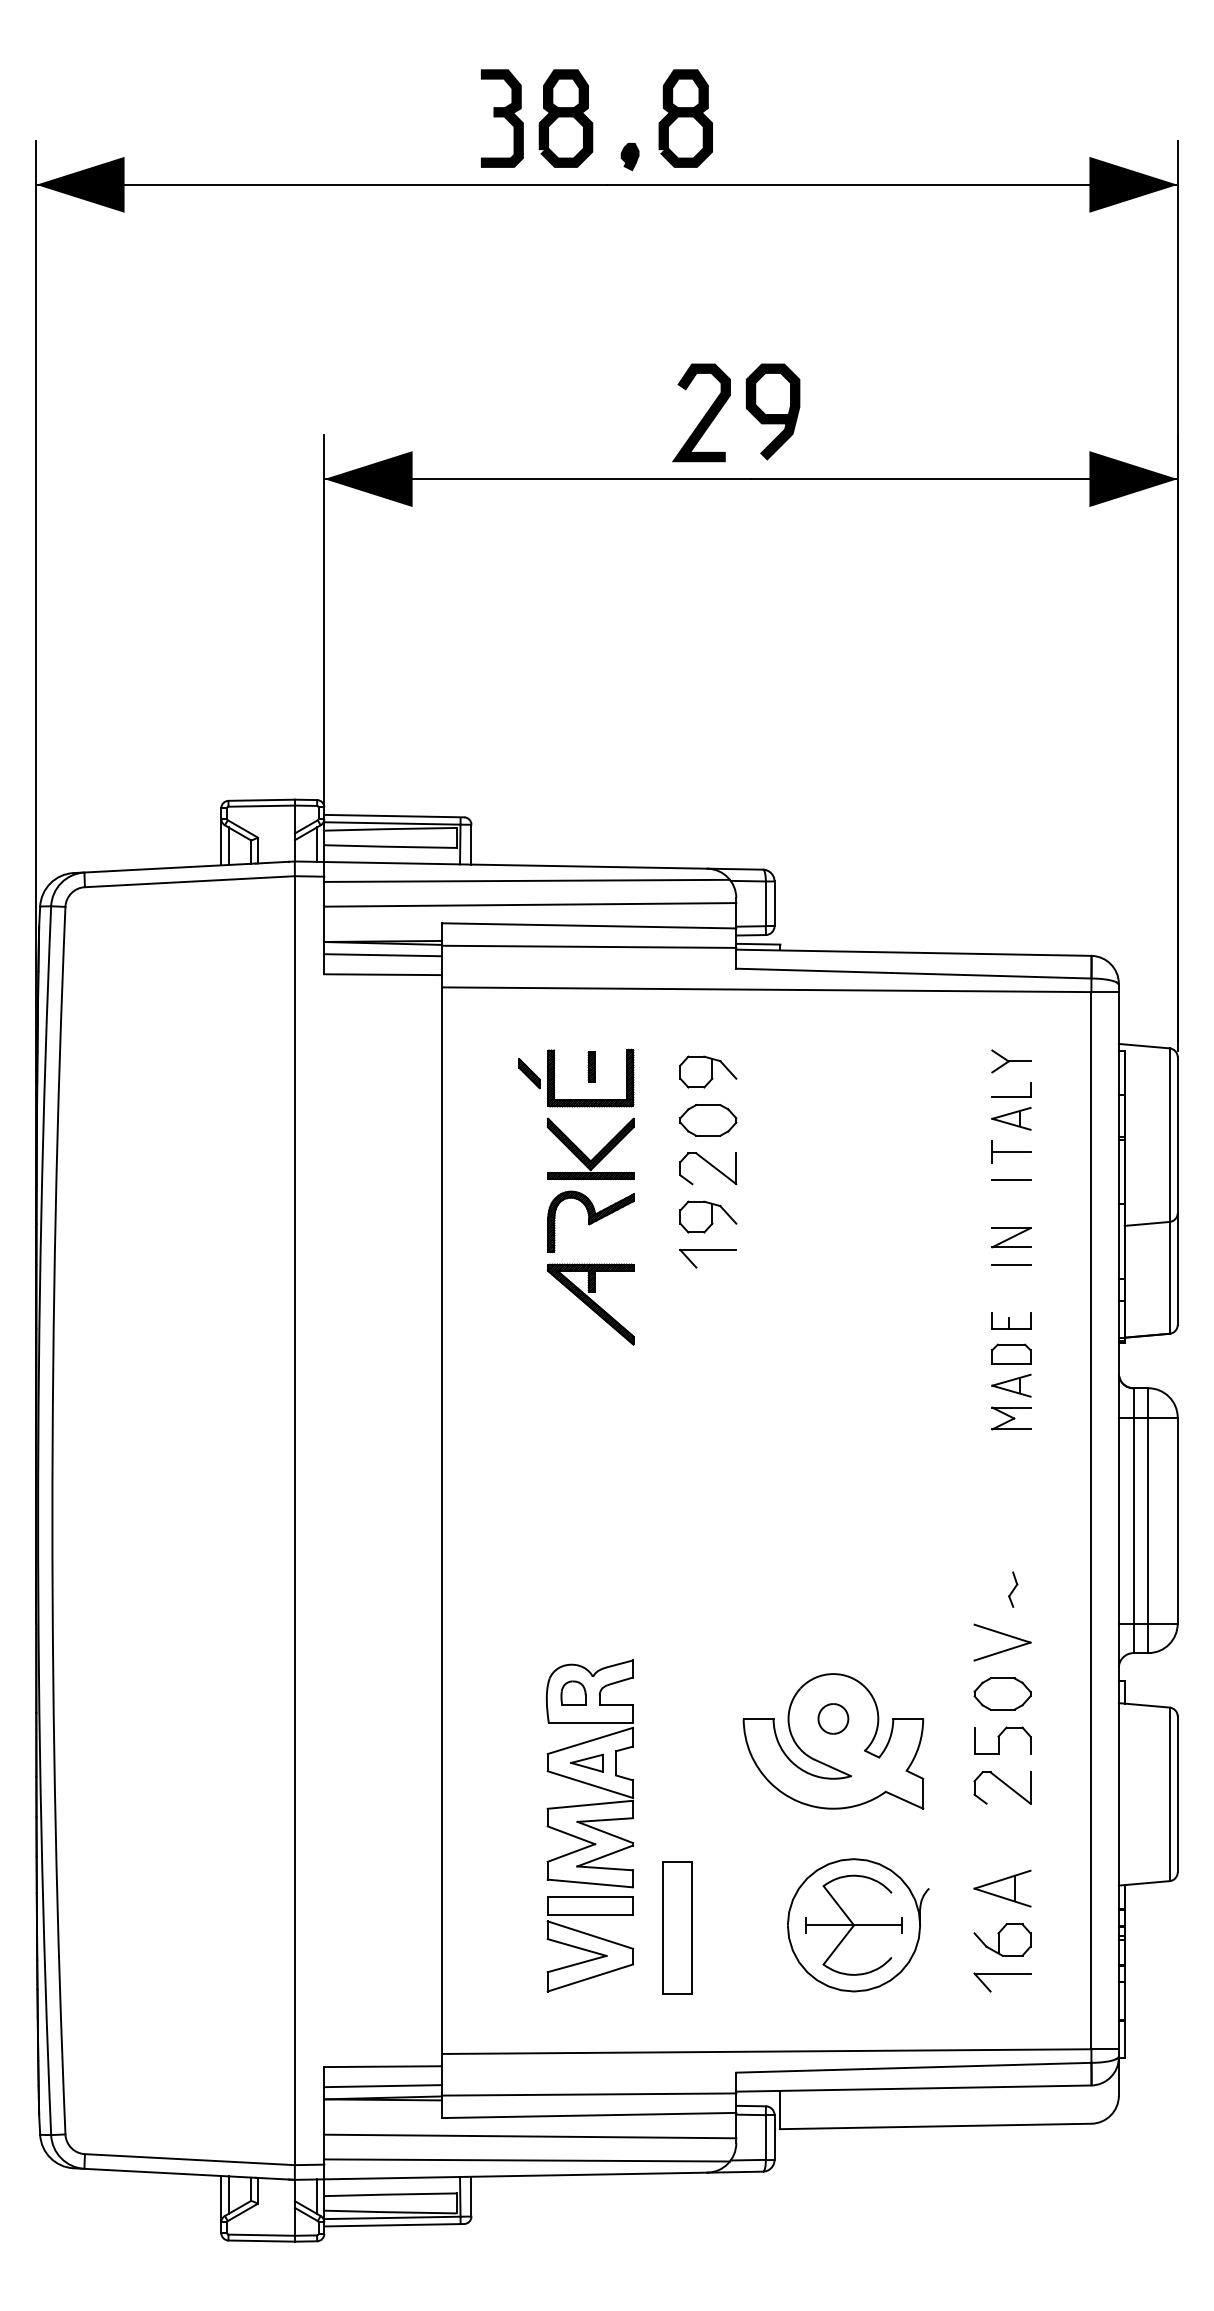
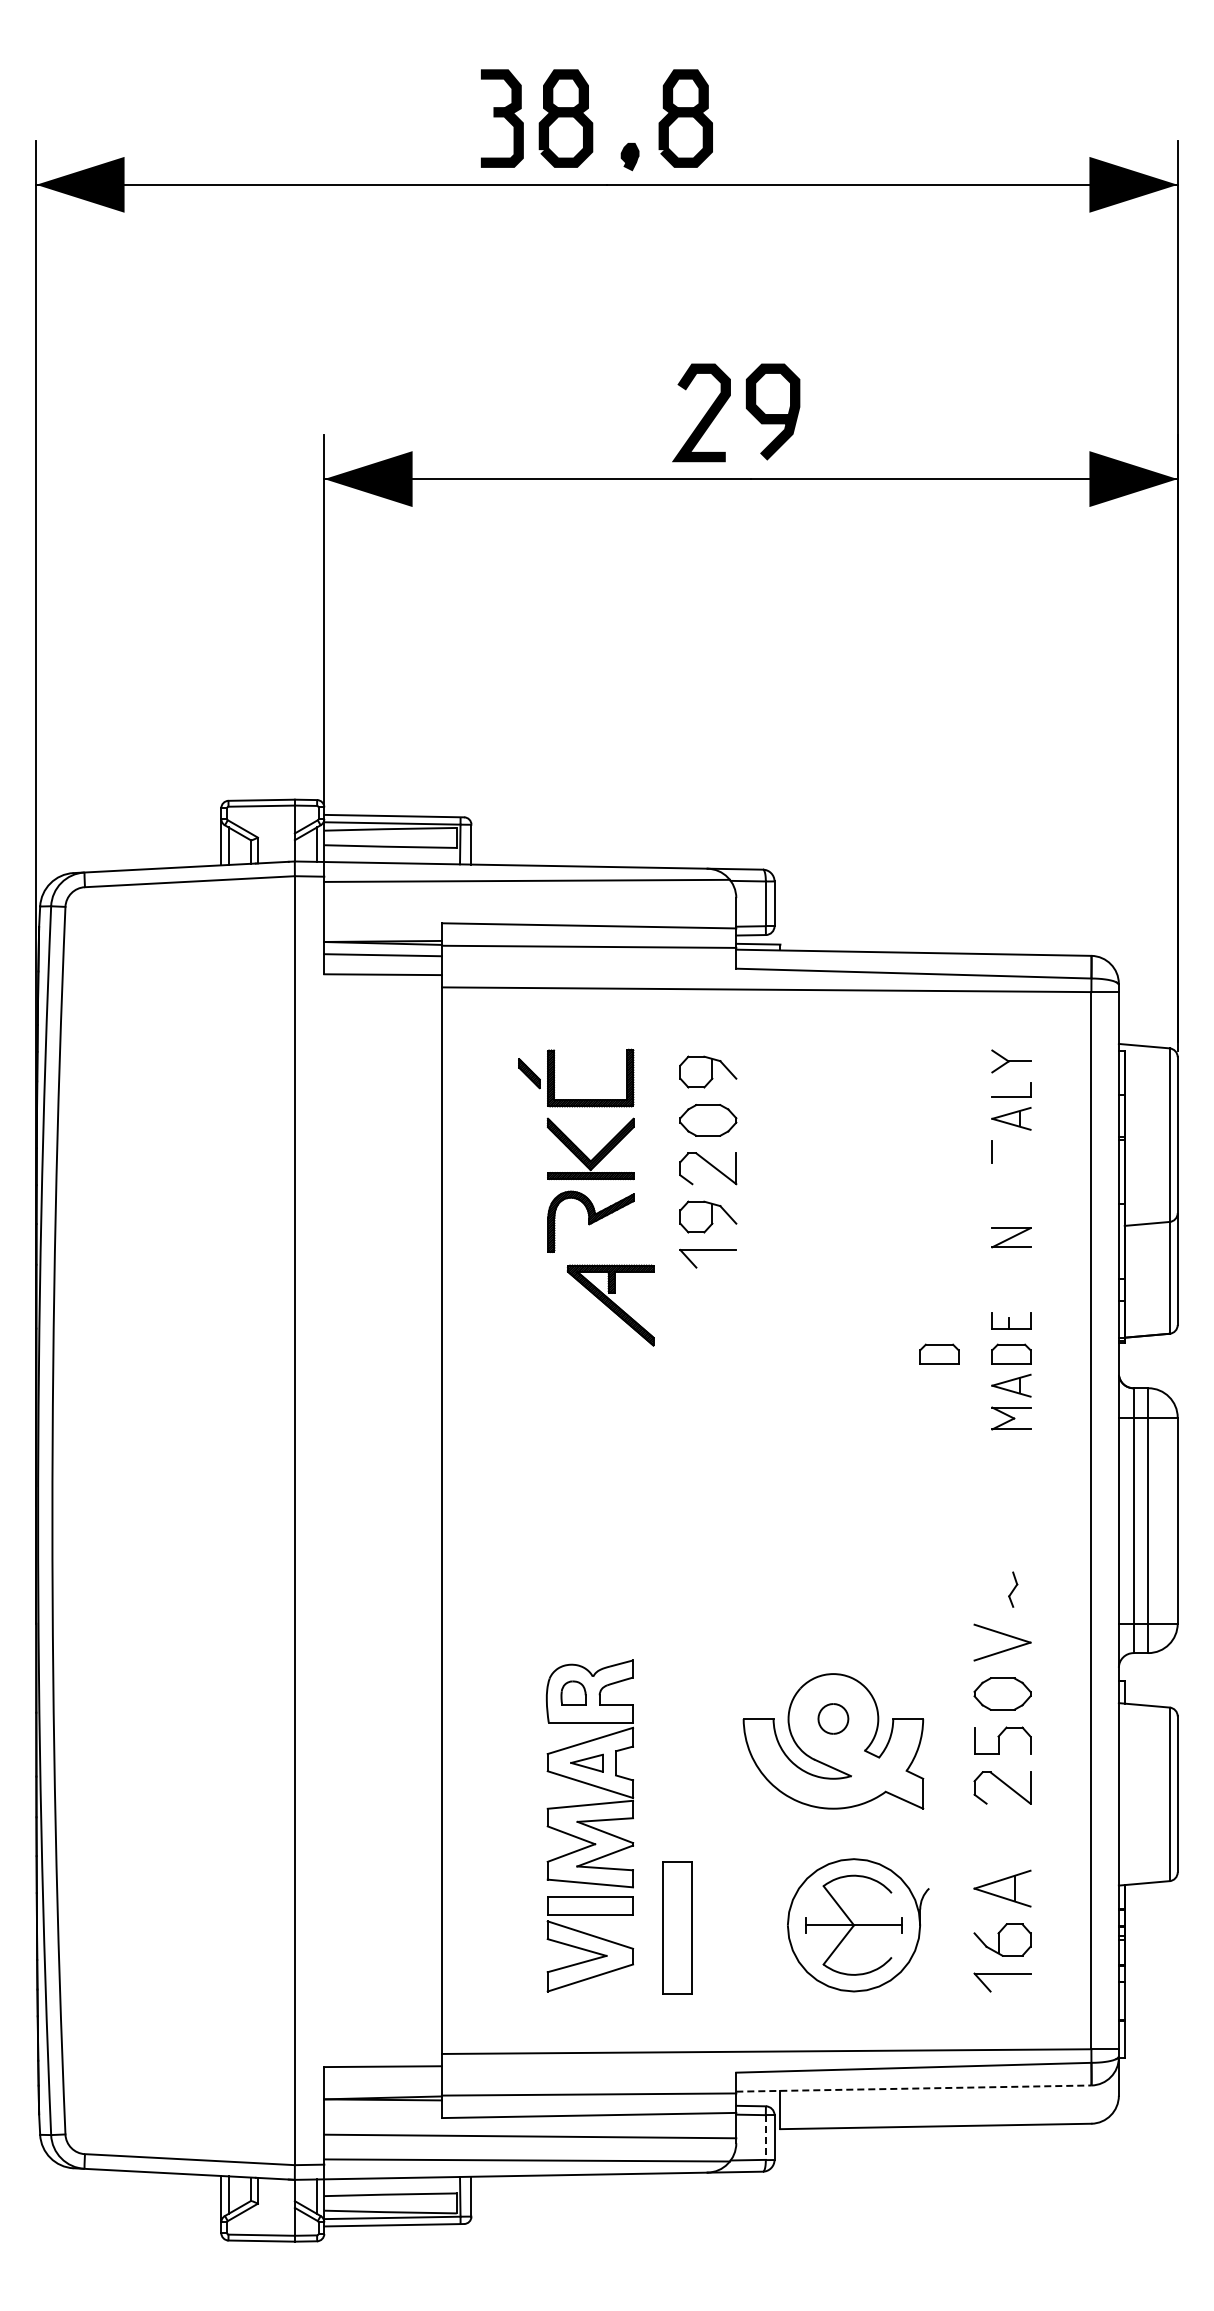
line at (530, 904): present -> none
part at (591, 1066): present -> none
line at (1011, 1151): present -> none
line at (1011, 1179): present -> none
line at (1011, 1264): present -> none
part at (590, 1304) position: (590, 1304) -> (610, 1305)
part at (939, 1353): none -> present
line at (383, 2086): present -> none
line at (913, 2088): solid -> dashed
line at (765, 2138): solid -> dashed
